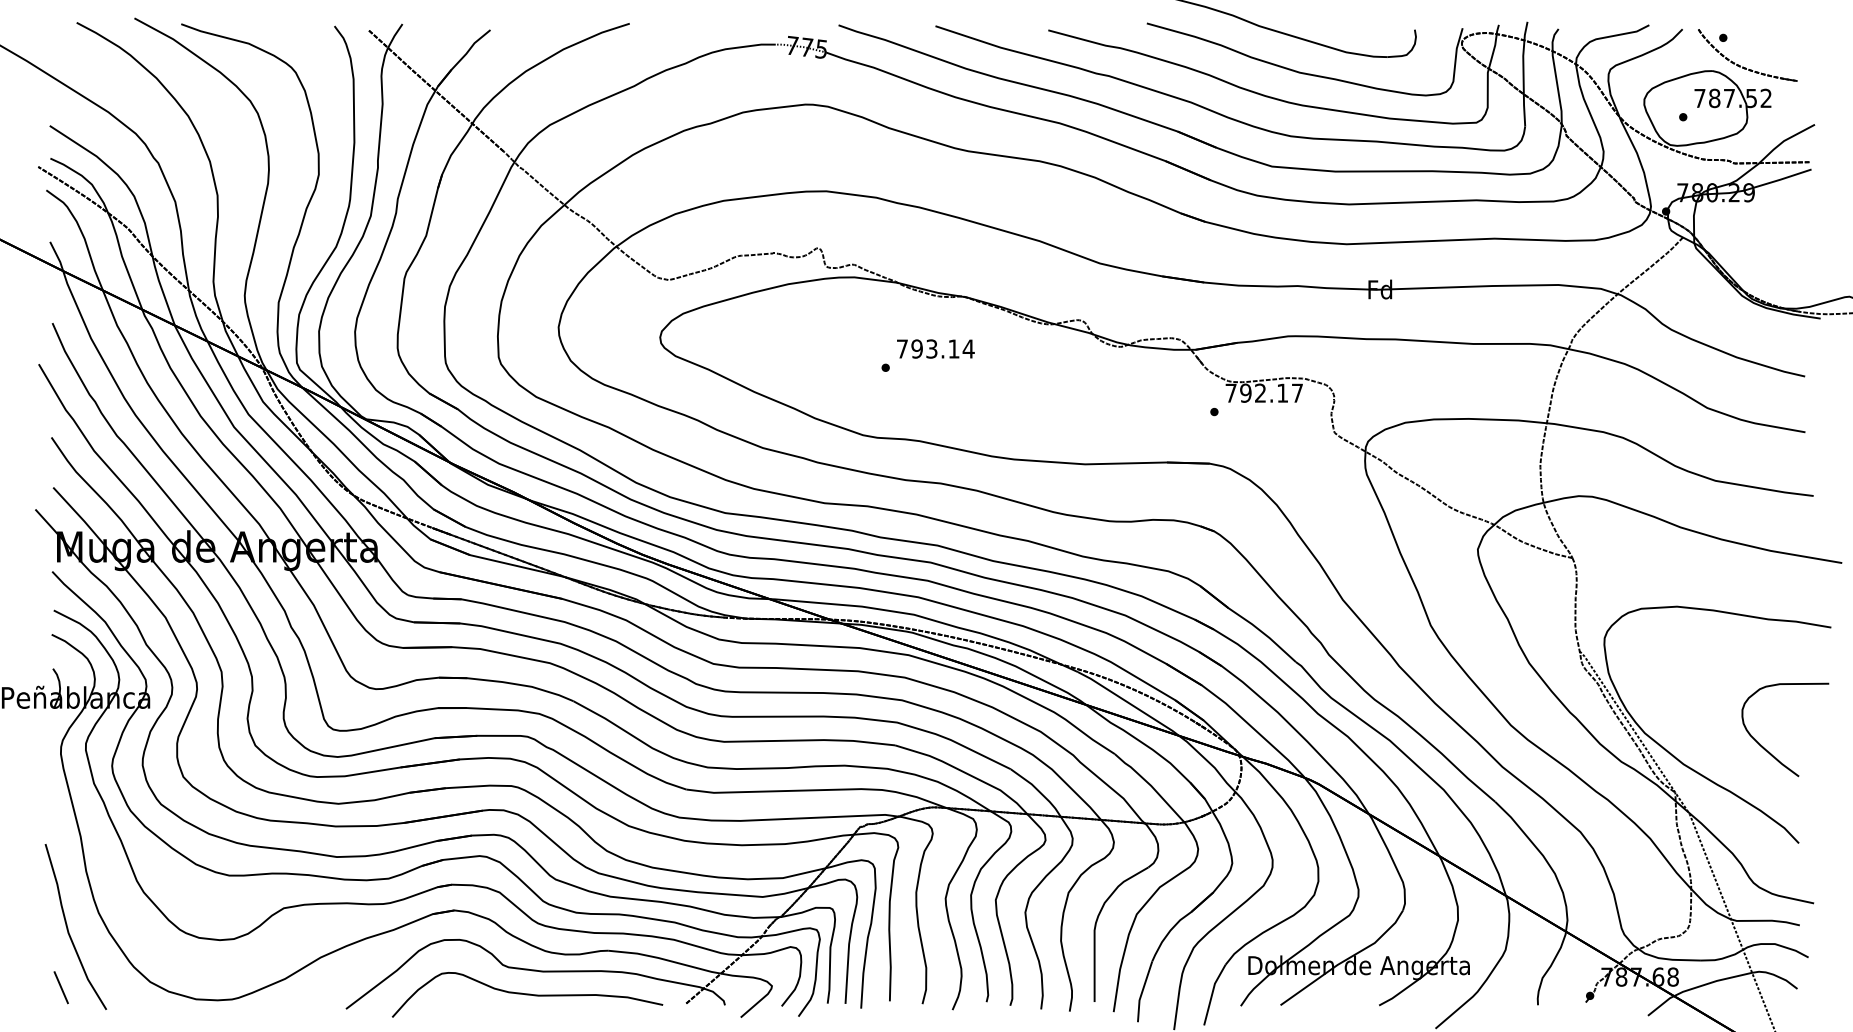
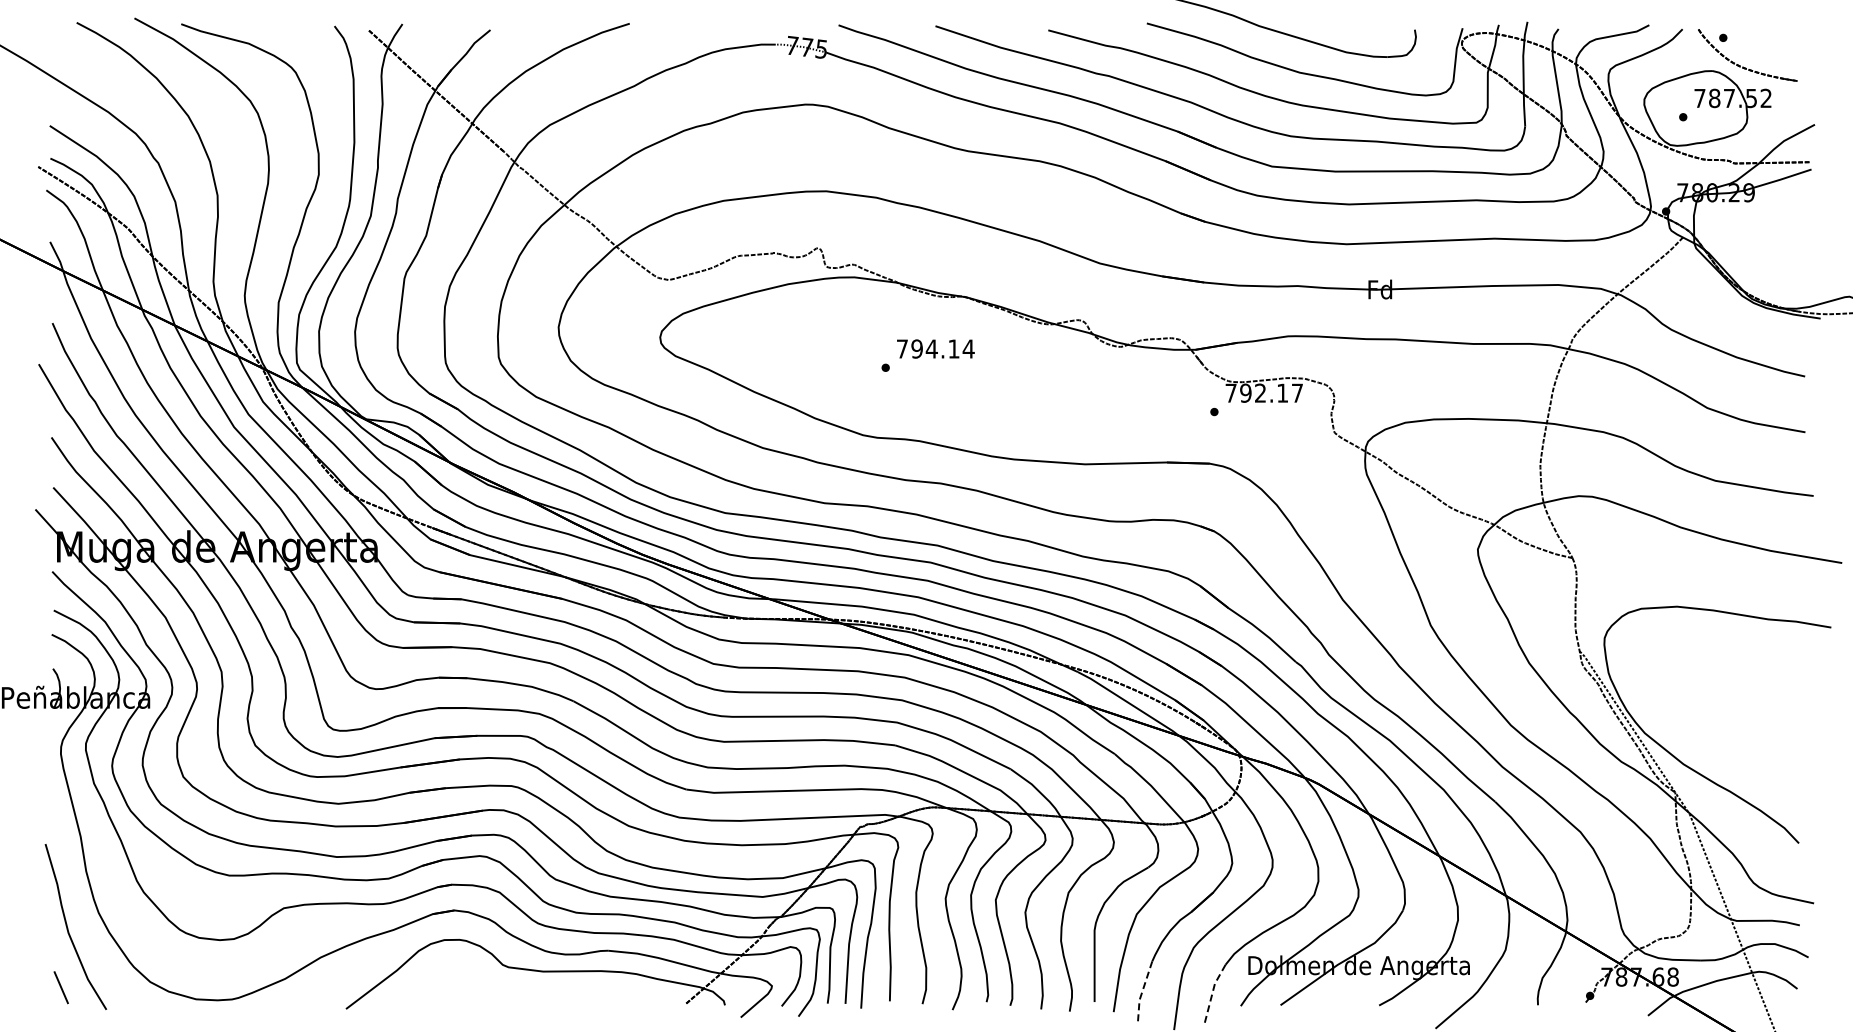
text at (931, 348): 793.14 -> 794.14
curve at (1769, 751): present -> none
line at (1142, 992): solid -> dashed
curve at (527, 994): present -> none
line at (1212, 994): solid -> dashed
